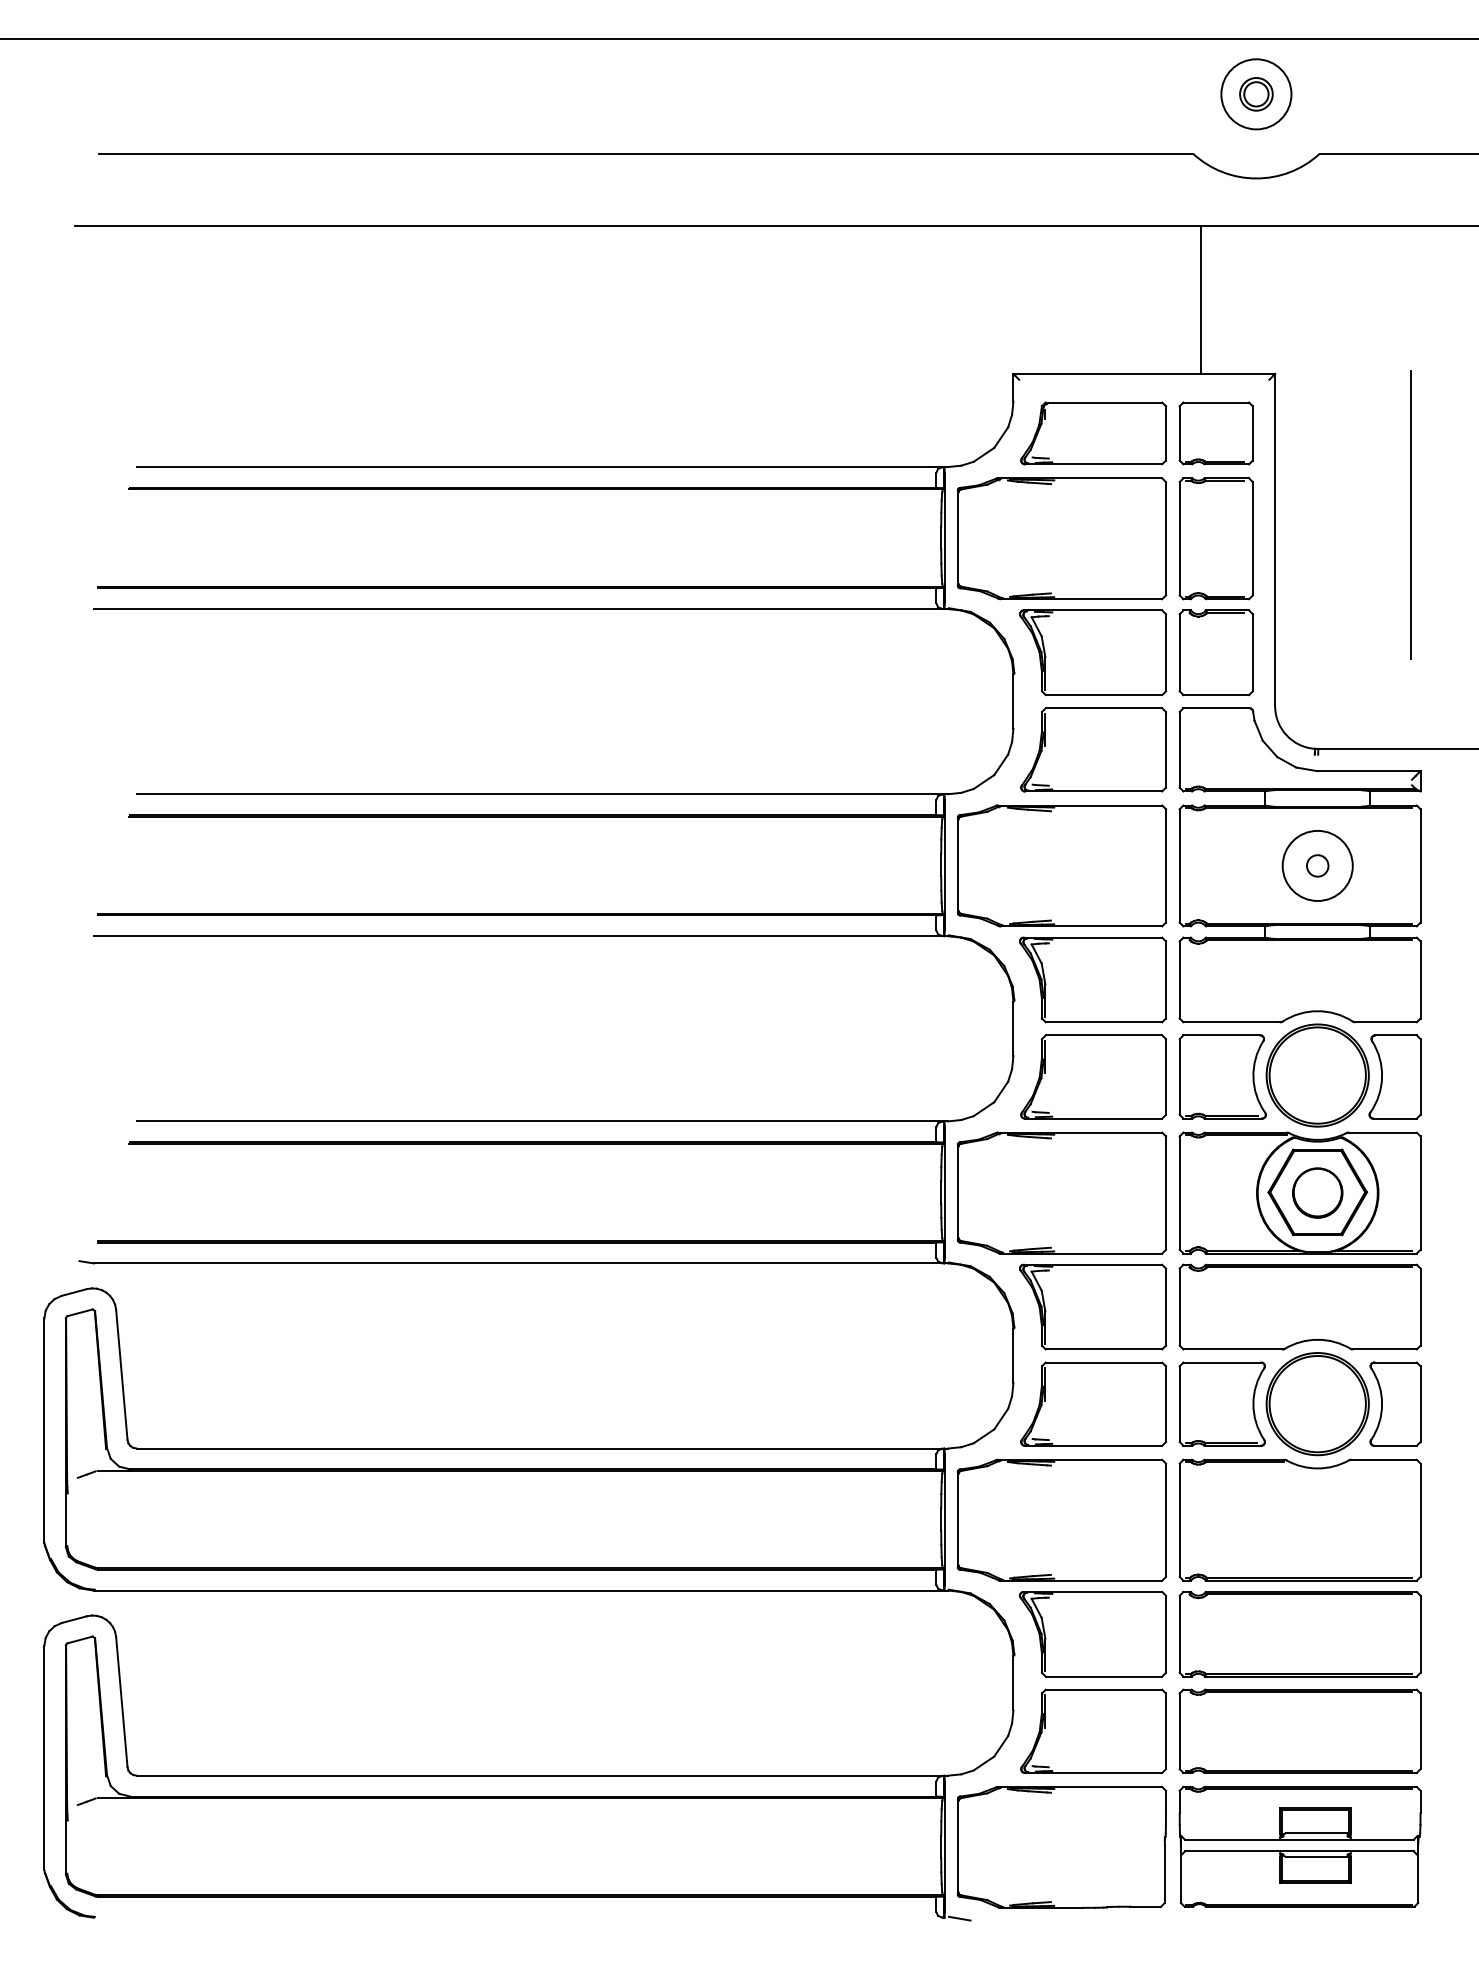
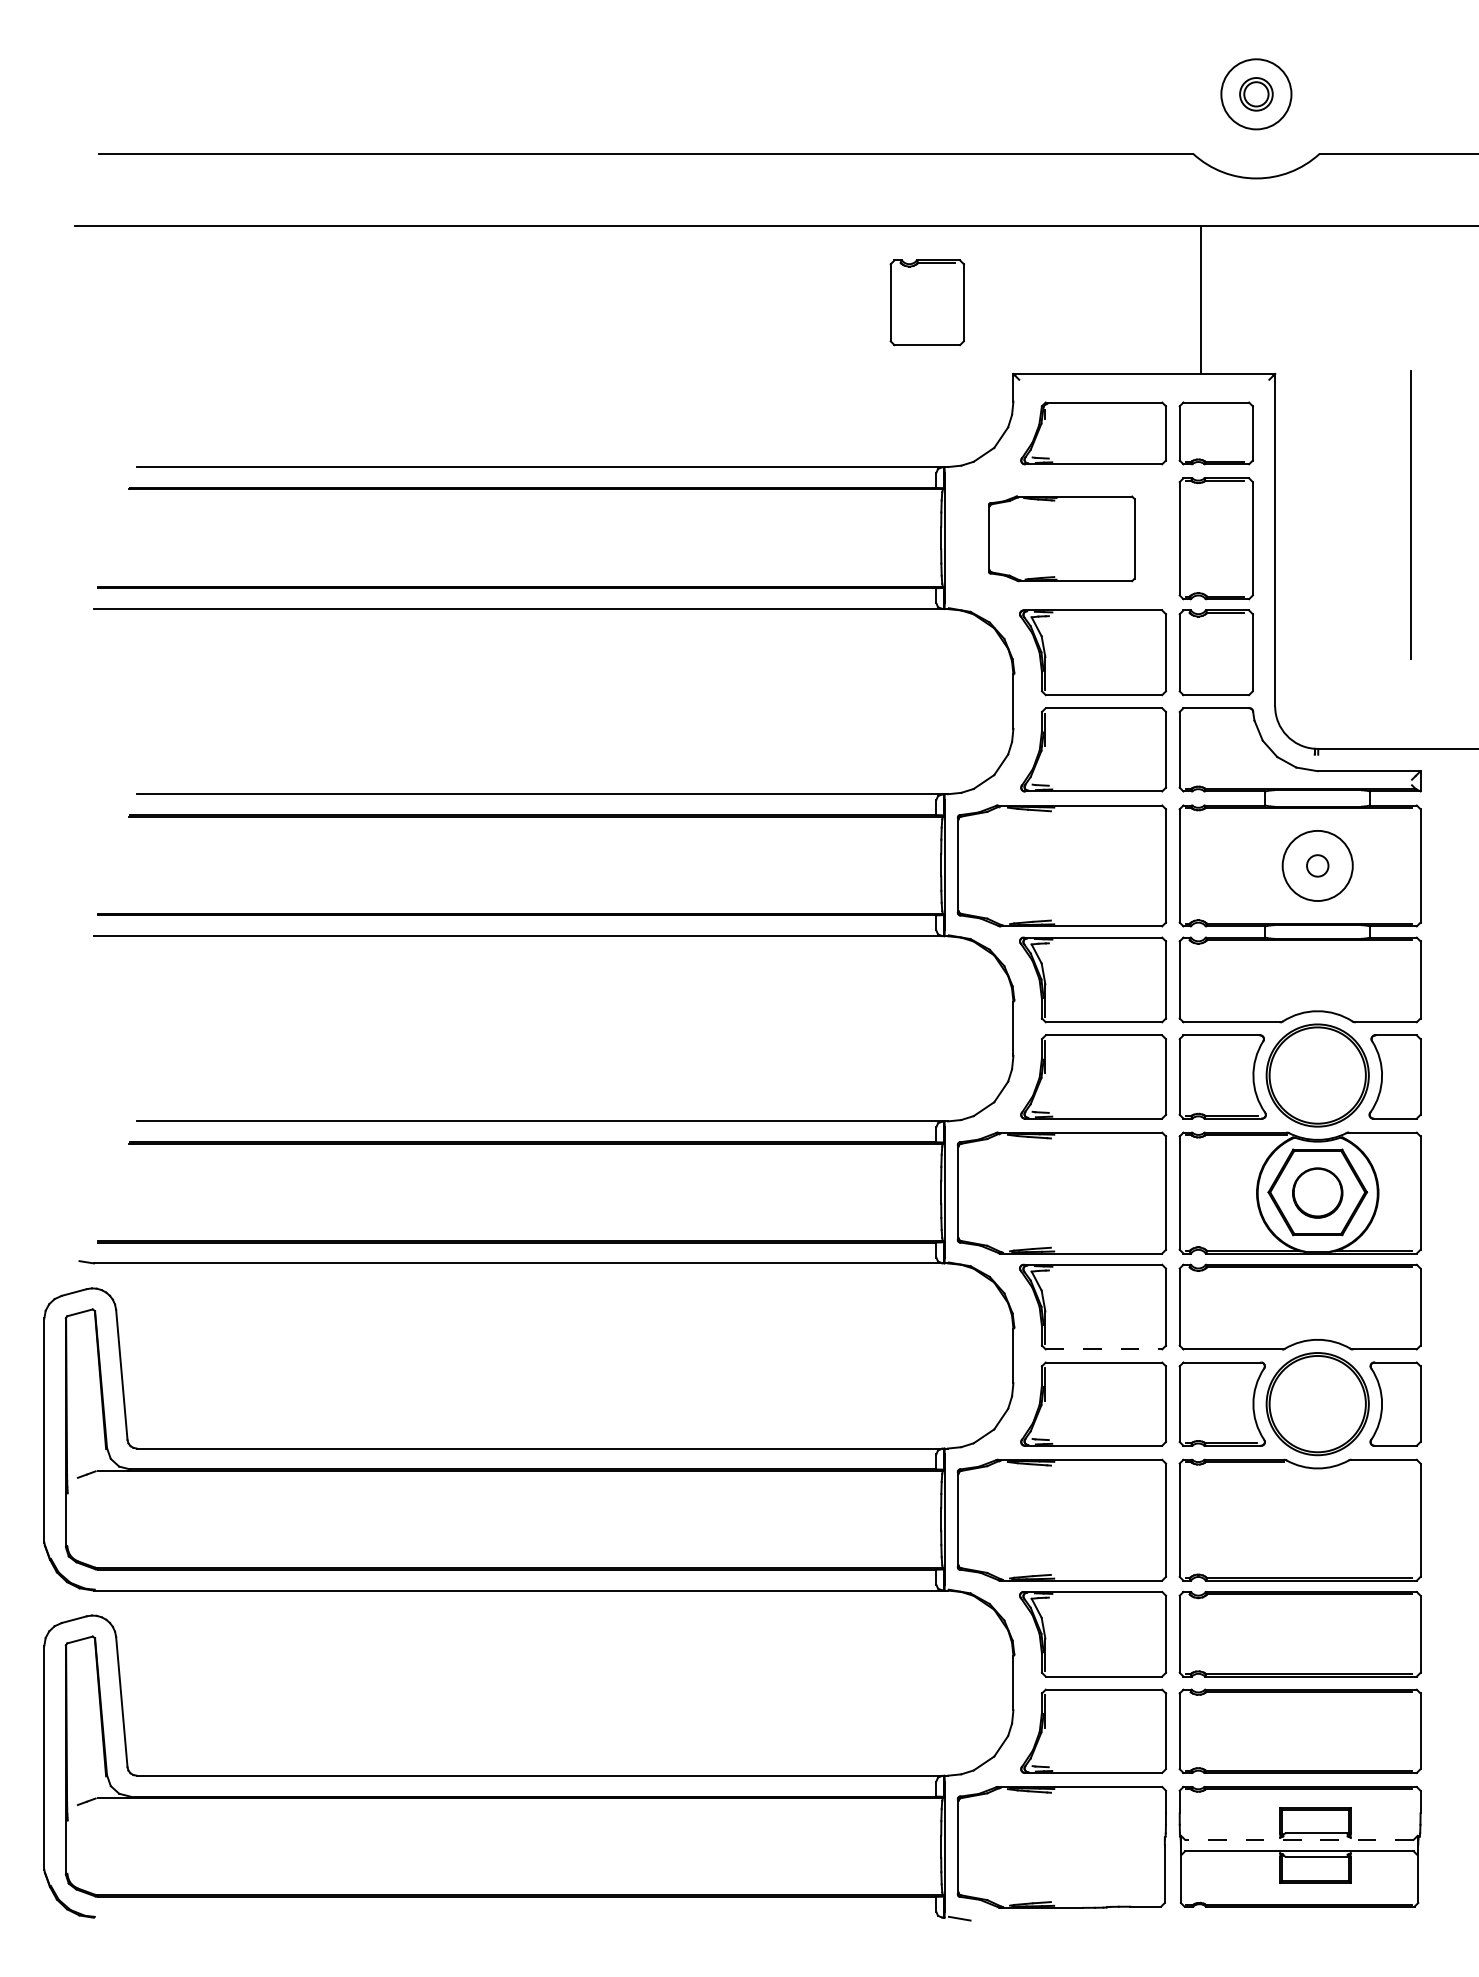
line at (738, 38): present -> none
part at (926, 302): none -> present
part at (1061, 538) size: 212x124 px -> 148x88 px
line at (1104, 1349): solid -> dashed
line at (1298, 1839): solid -> dashed
